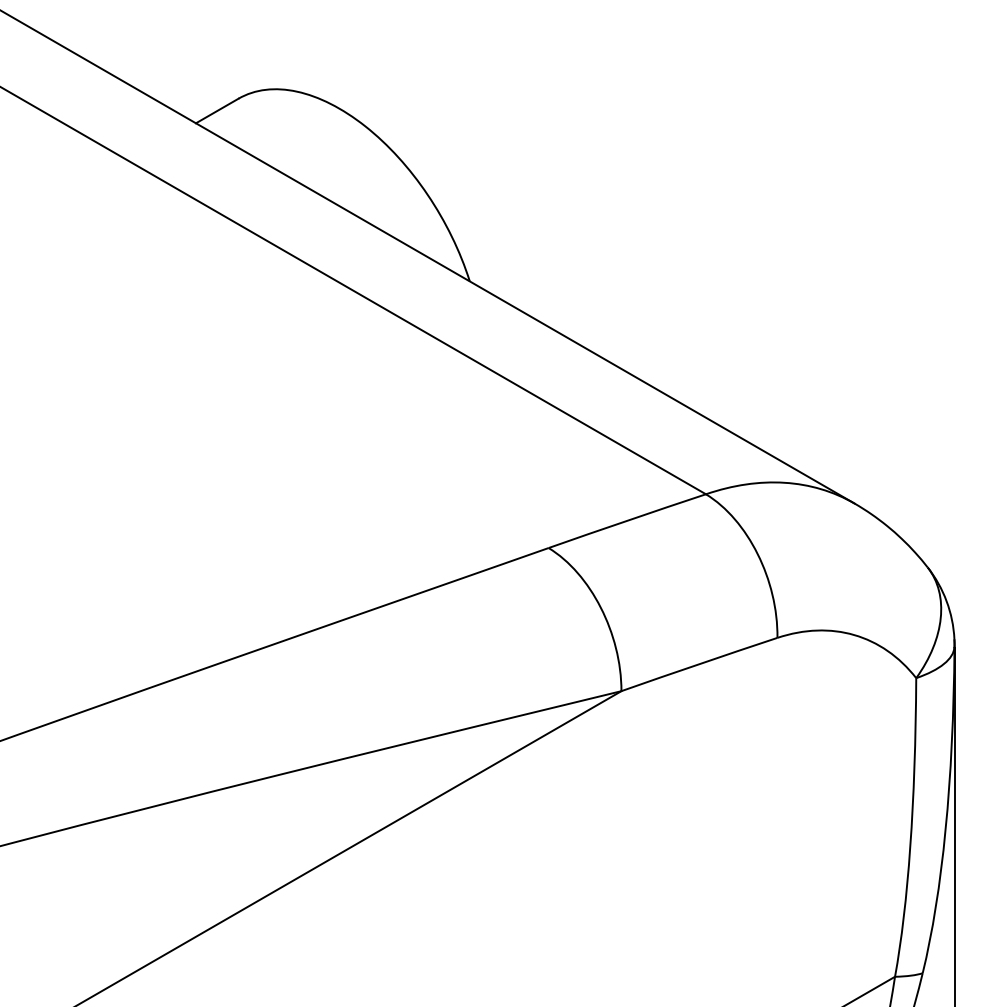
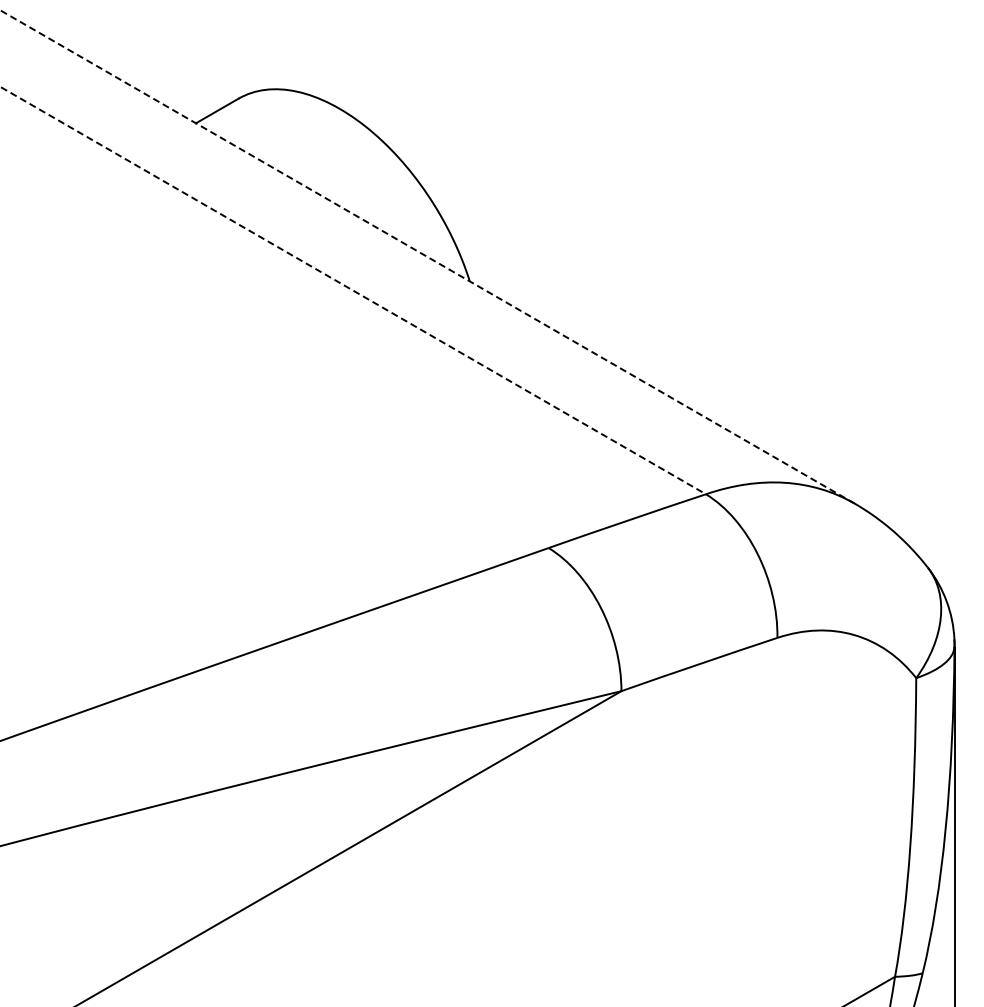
line at (427, 256): solid -> dashed
line at (353, 290): solid -> dashed
